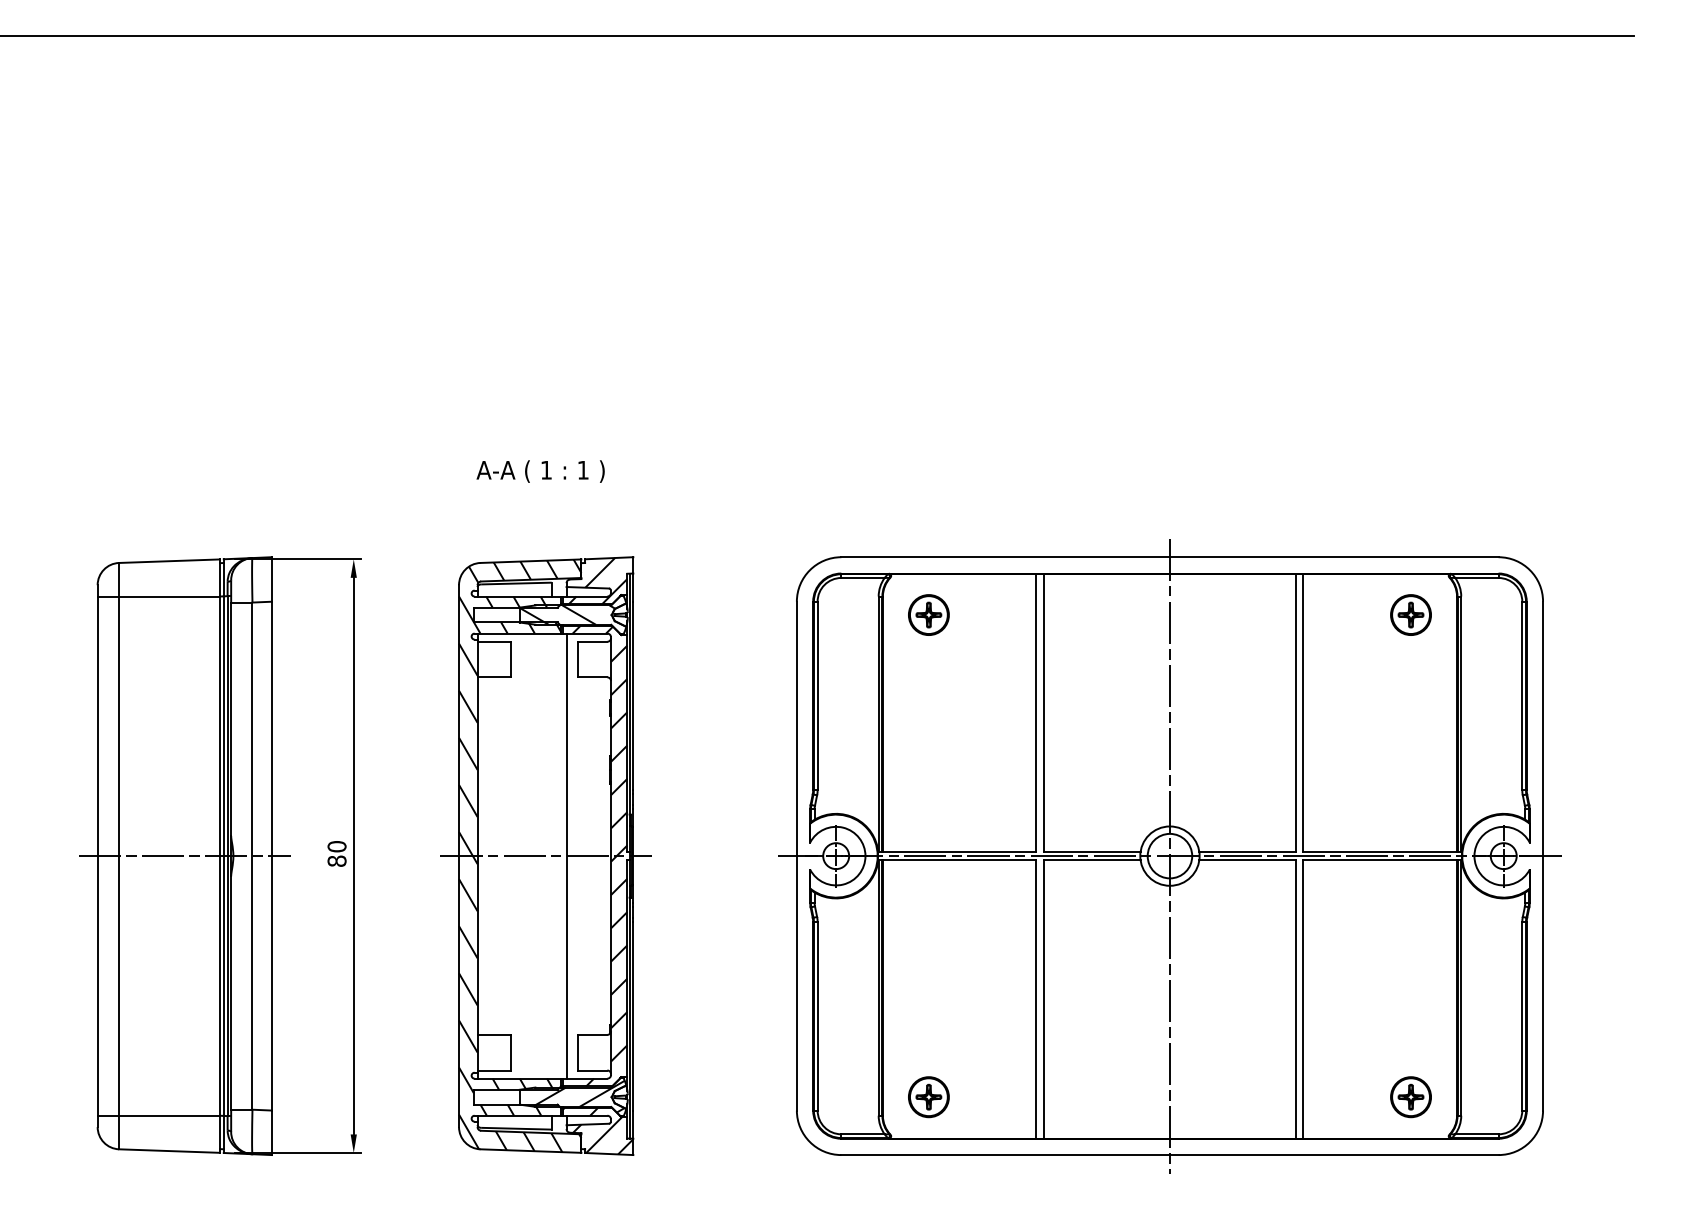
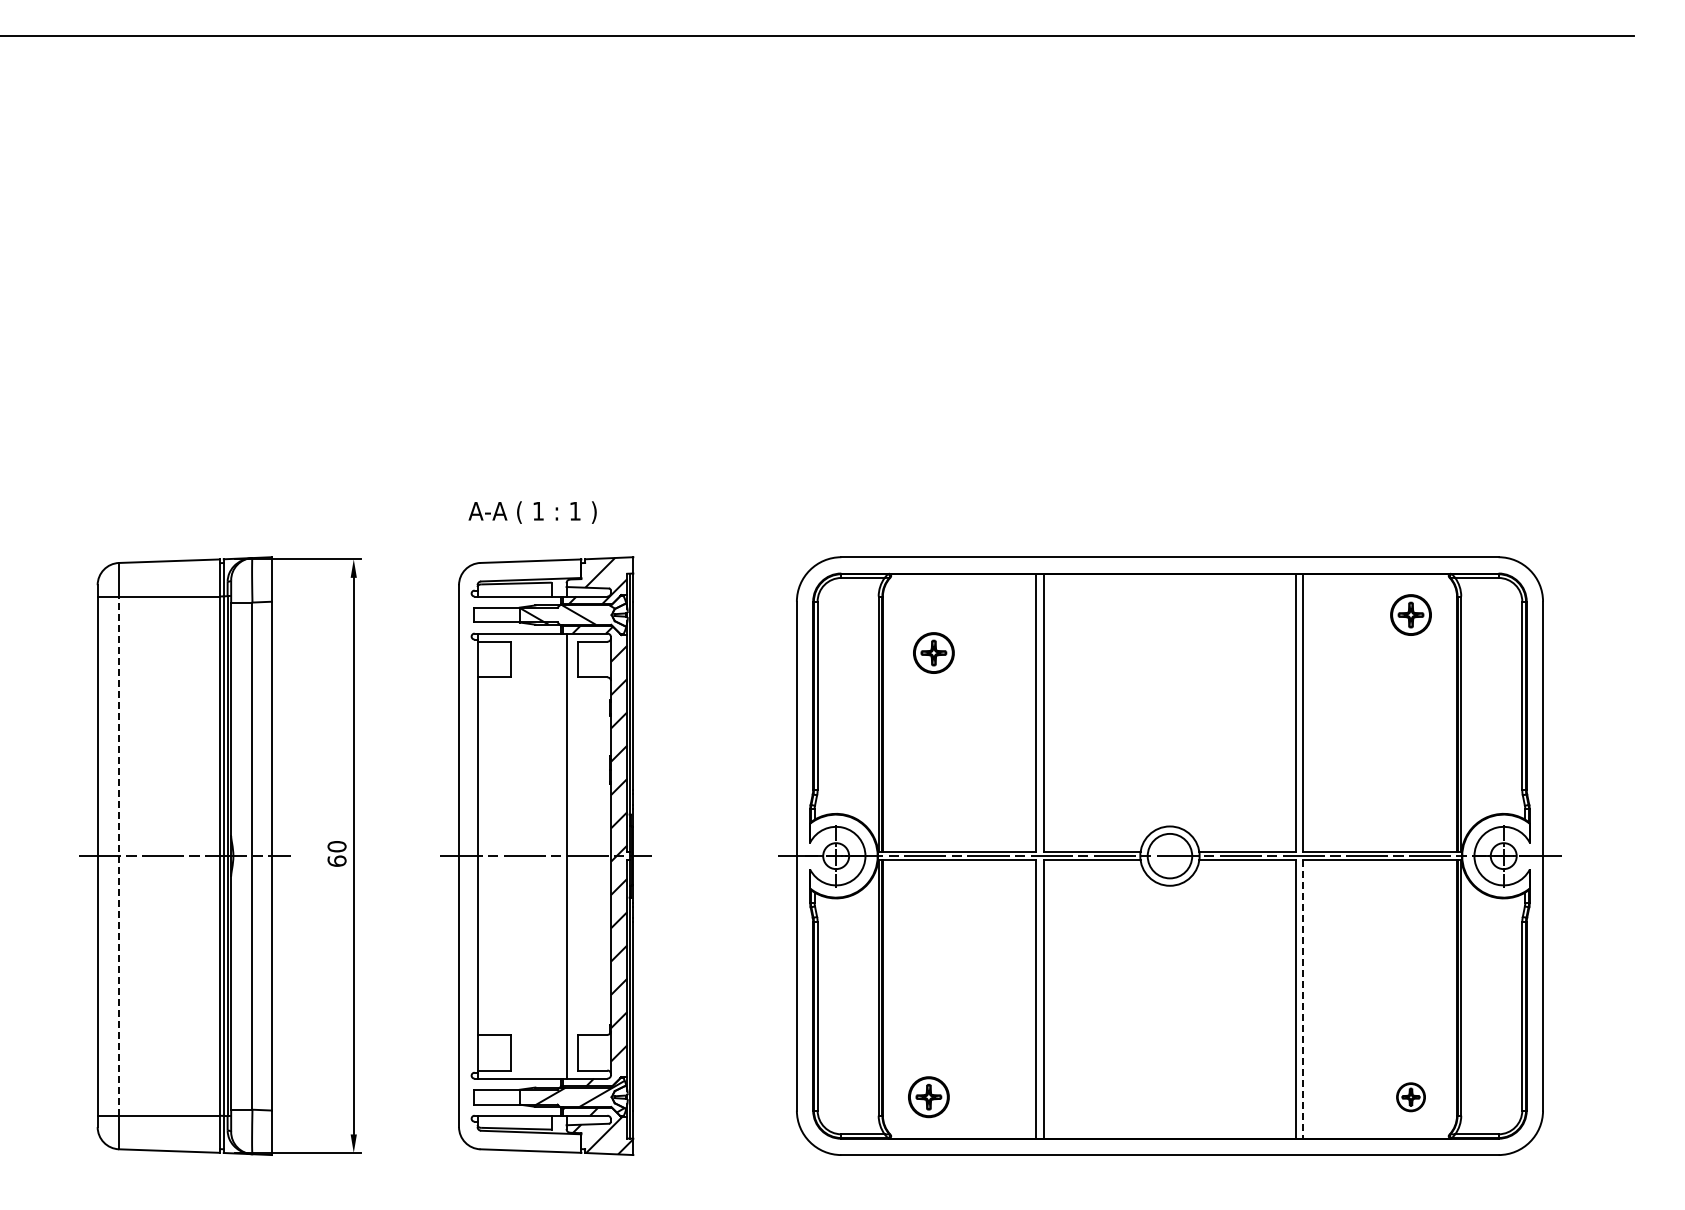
text at (540, 471) position: (540, 471) -> (532, 512)
part at (928, 614) position: (928, 614) -> (933, 652)
hatch at (520, 855): present -> none
line at (1169, 855): present -> none
line at (119, 856): solid -> dashed
text at (336, 860): 80 -> 60
line at (1303, 999): solid -> dashed
part at (1410, 1097) size: 42x43 px -> 30x31 px
